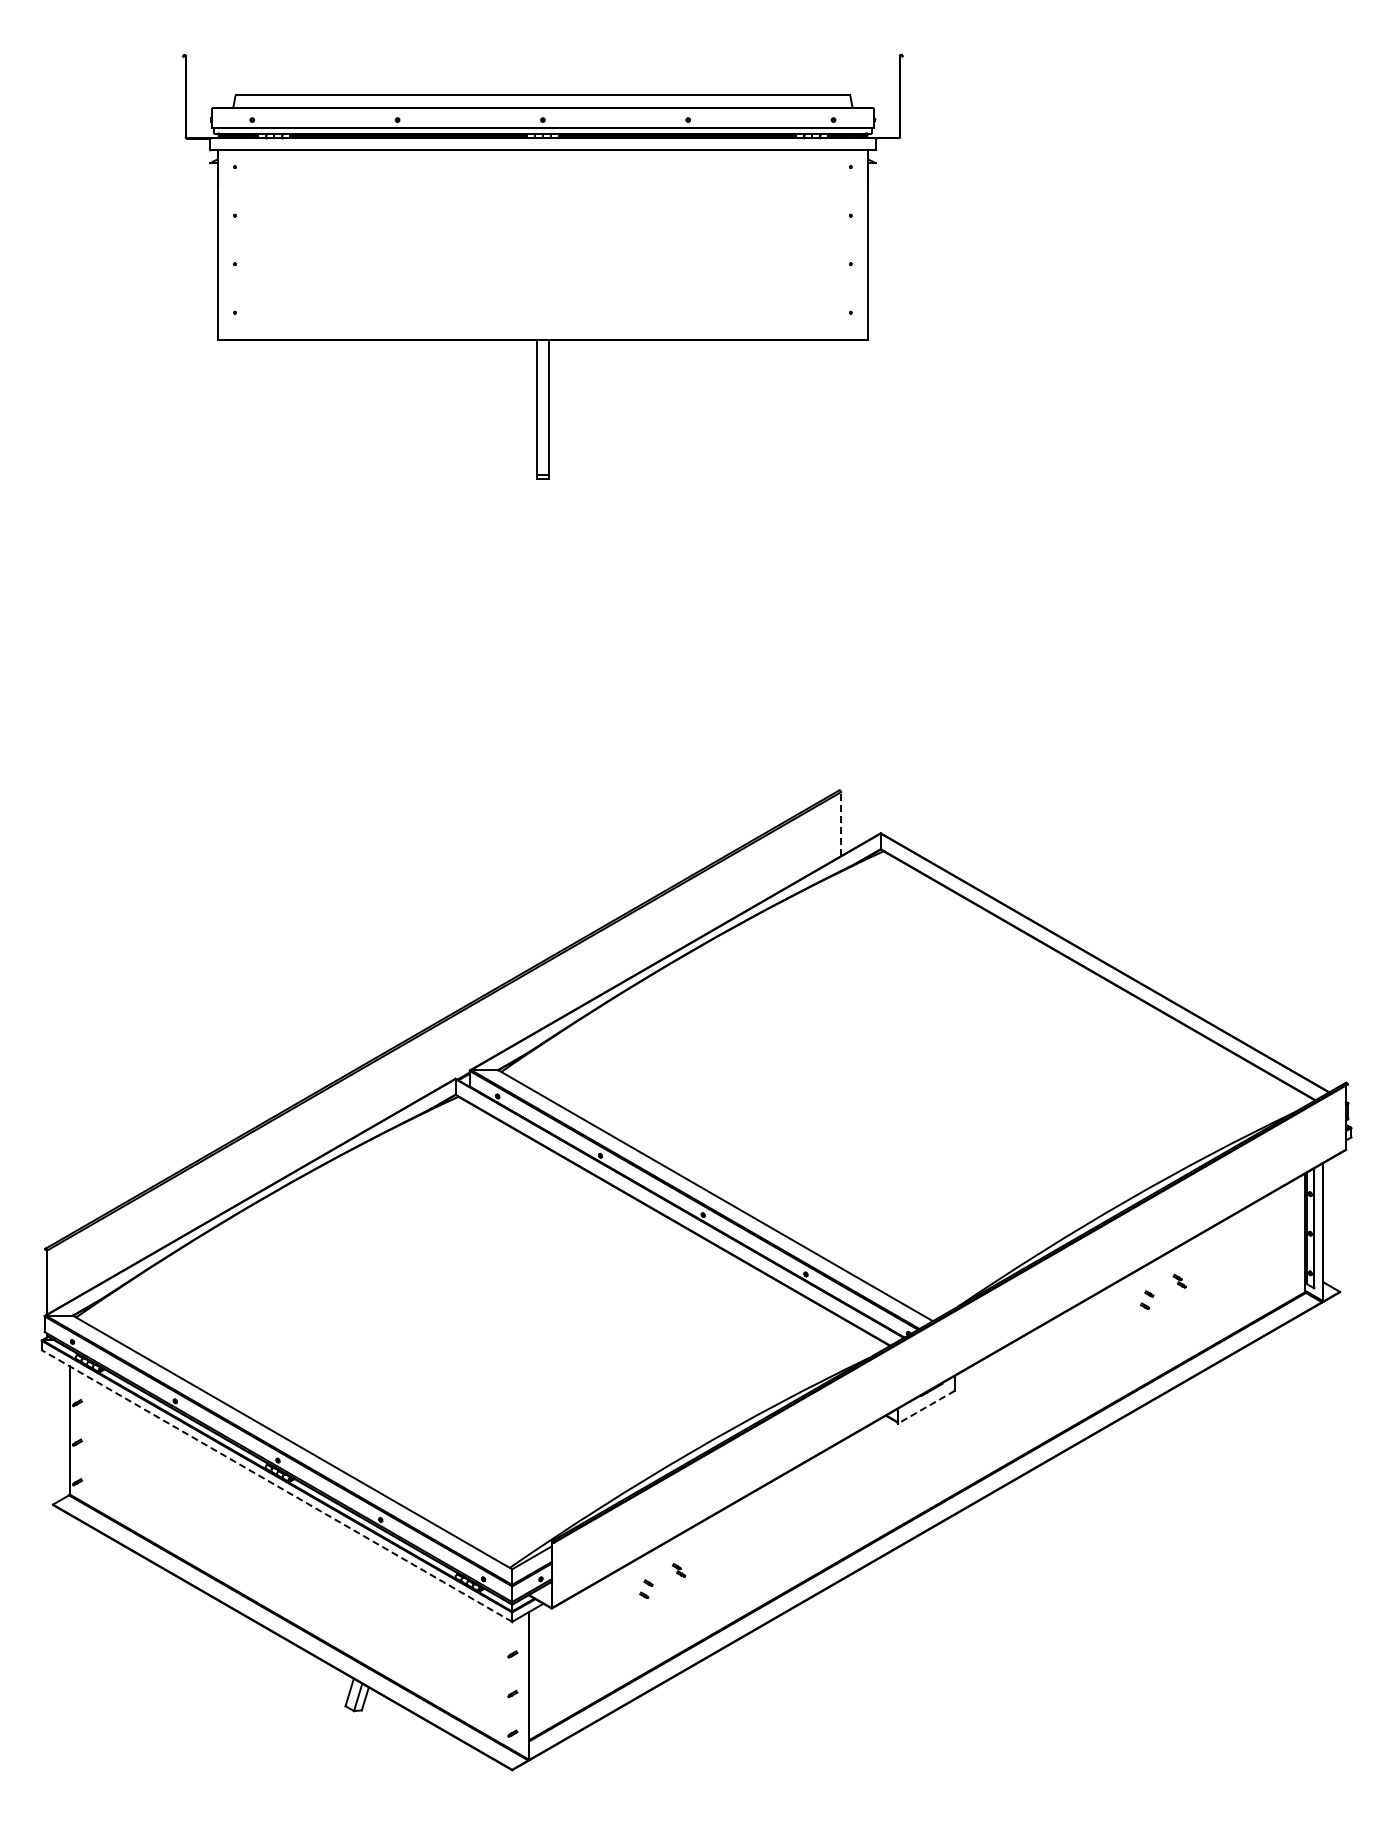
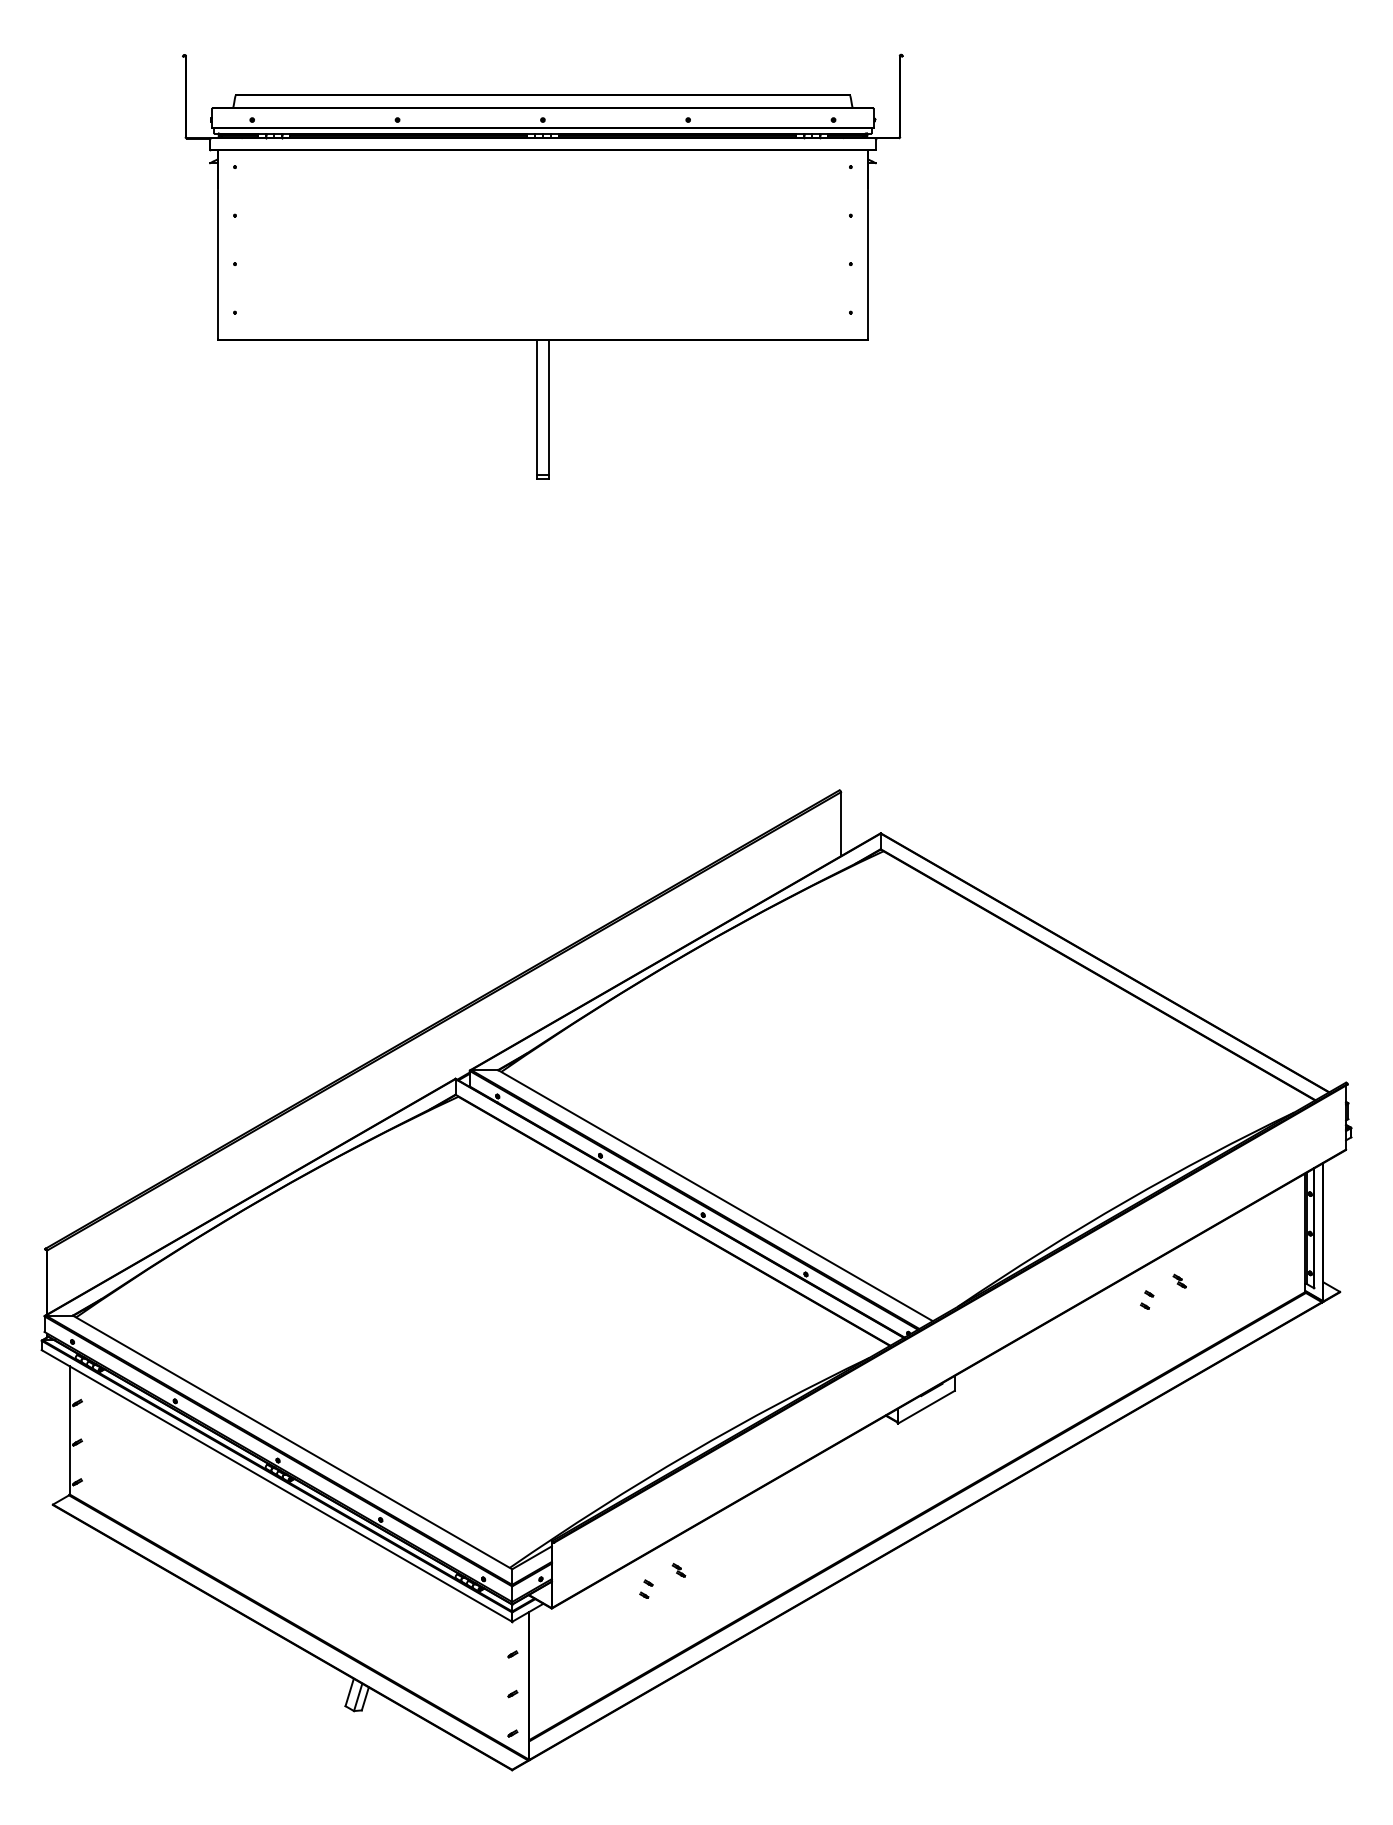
line at (841, 824): dashed -> solid
line at (926, 1407): dashed -> solid
line at (276, 1485): dashed -> solid
